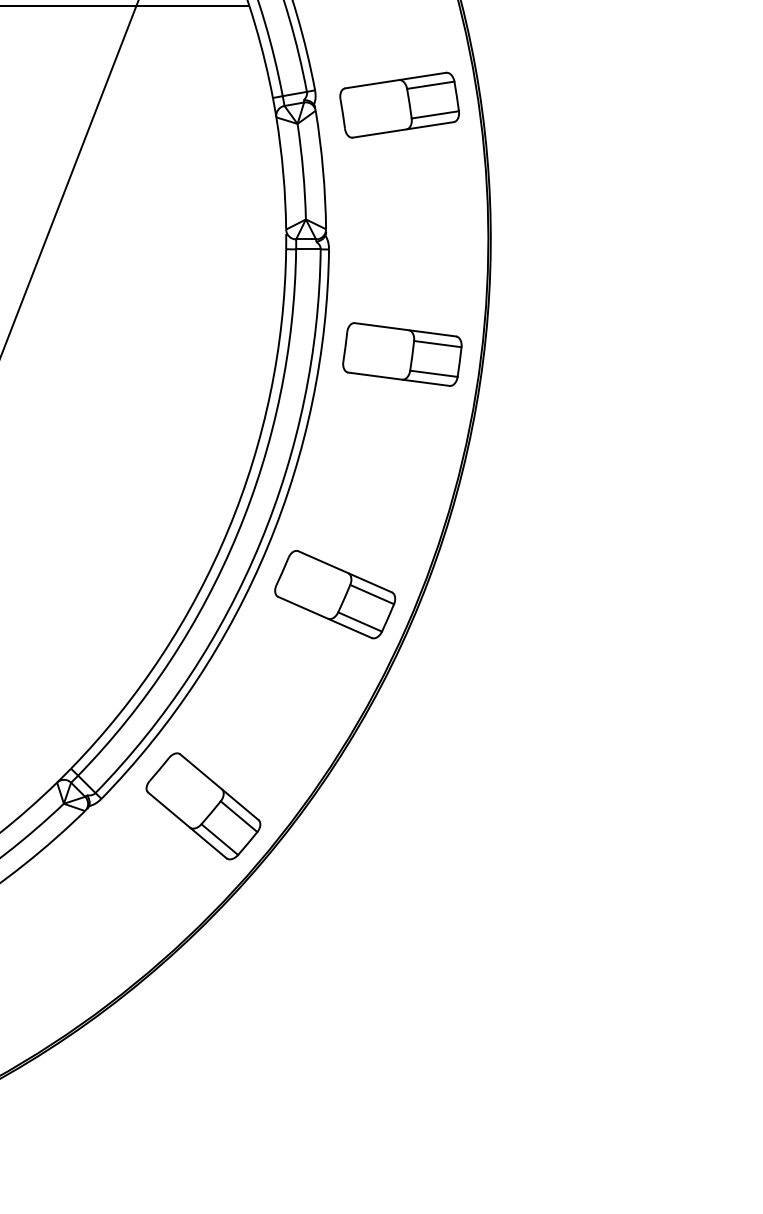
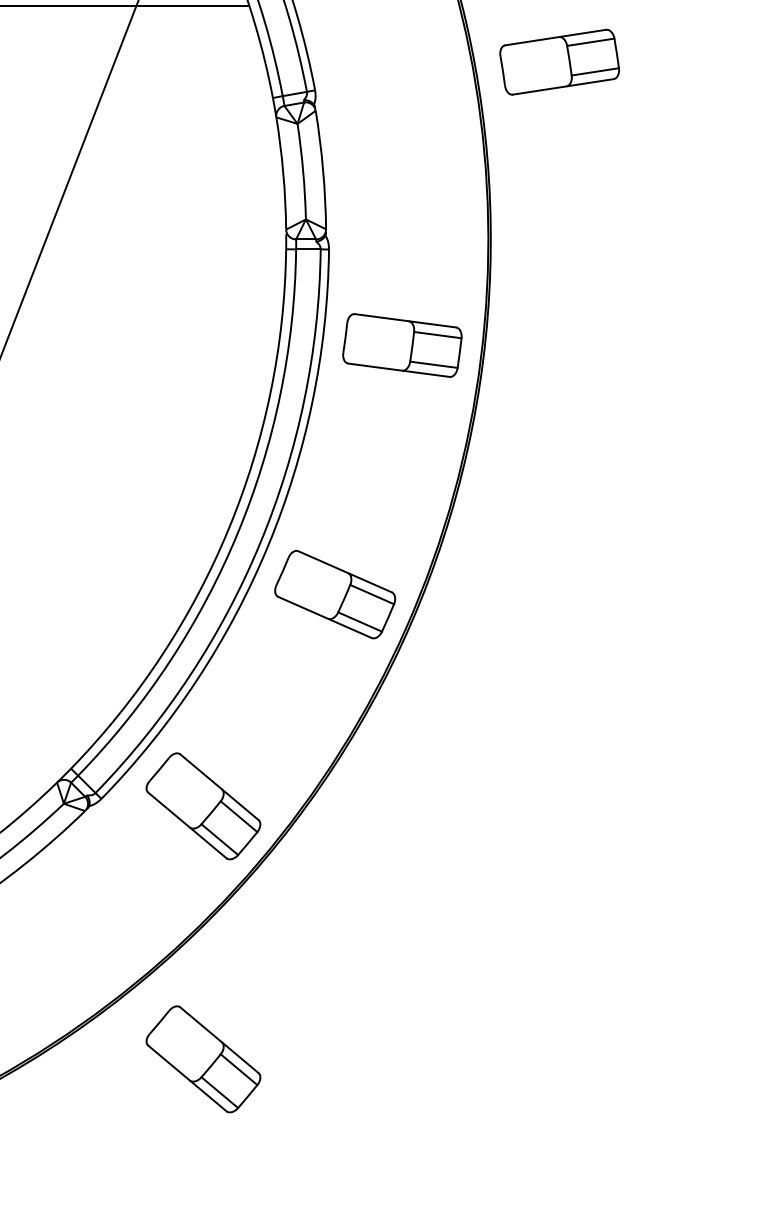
part at (399, 104) position: (399, 104) -> (559, 61)
part at (402, 354) position: (402, 354) -> (402, 345)
part at (203, 1059): none -> present
